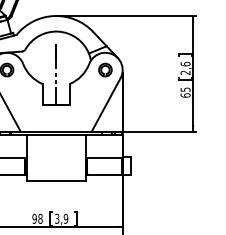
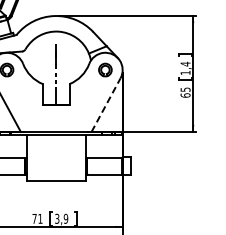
text at (185, 68): 2,6 -> 1,4
line at (106, 105): solid -> dashed
text at (37, 218): 98 -> 71
